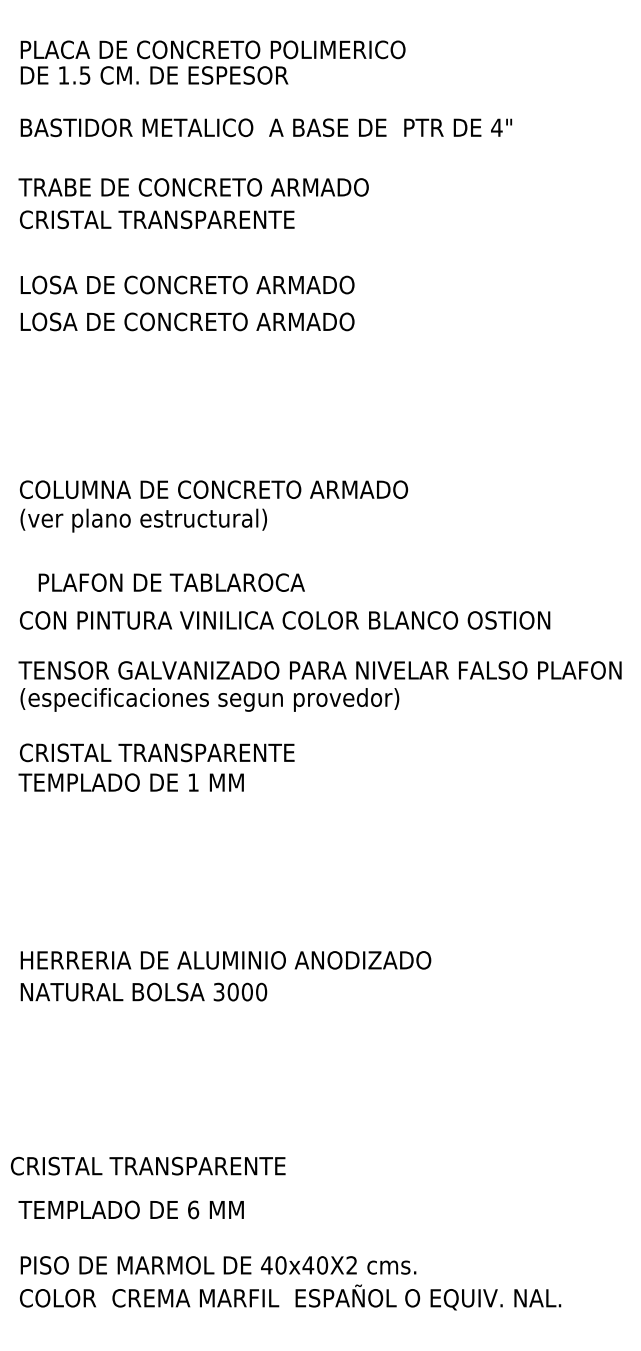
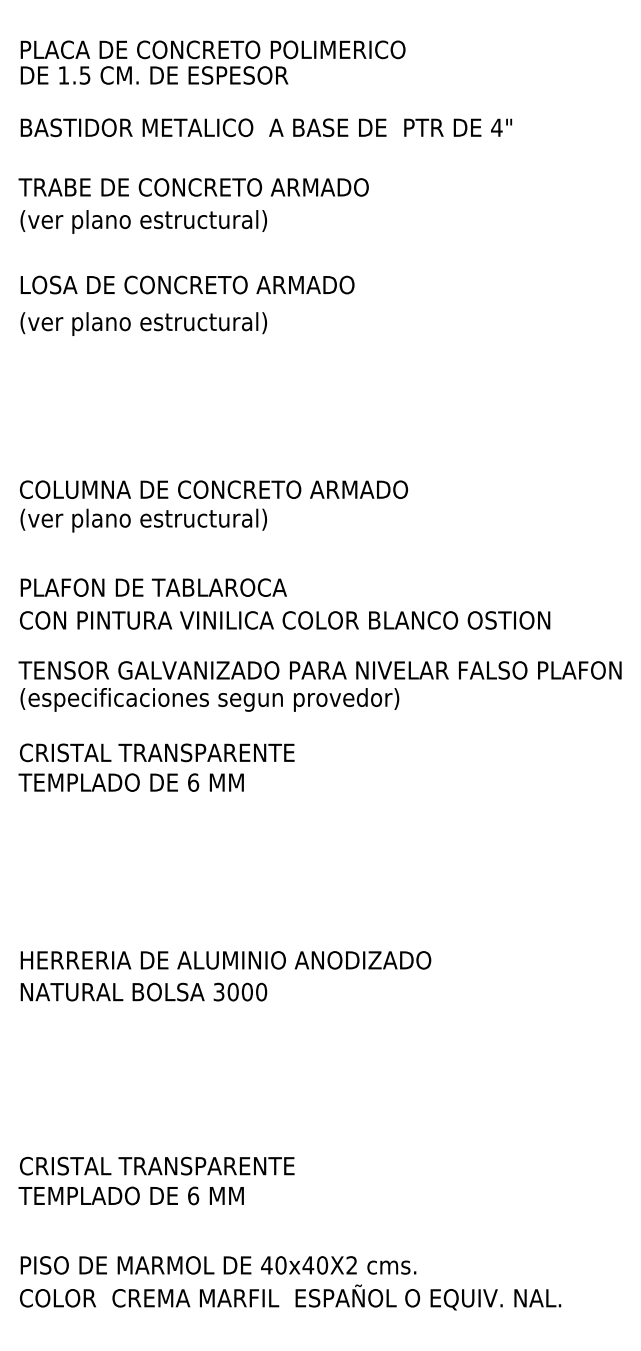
text at (156, 221): CRISTAL TRANSPARENTE -> (ver plano estructural)
text at (187, 323): LOSA DE CONCRETO ARMADO -> (ver plano estructural)
text at (171, 582) position: (171, 582) -> (153, 587)
text at (193, 782): 1 -> 6
text at (148, 1165) position: (148, 1165) -> (157, 1165)
text at (130, 1209) position: (130, 1209) -> (130, 1195)
